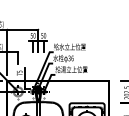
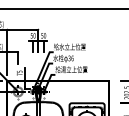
line at (63, 8): none -> present
